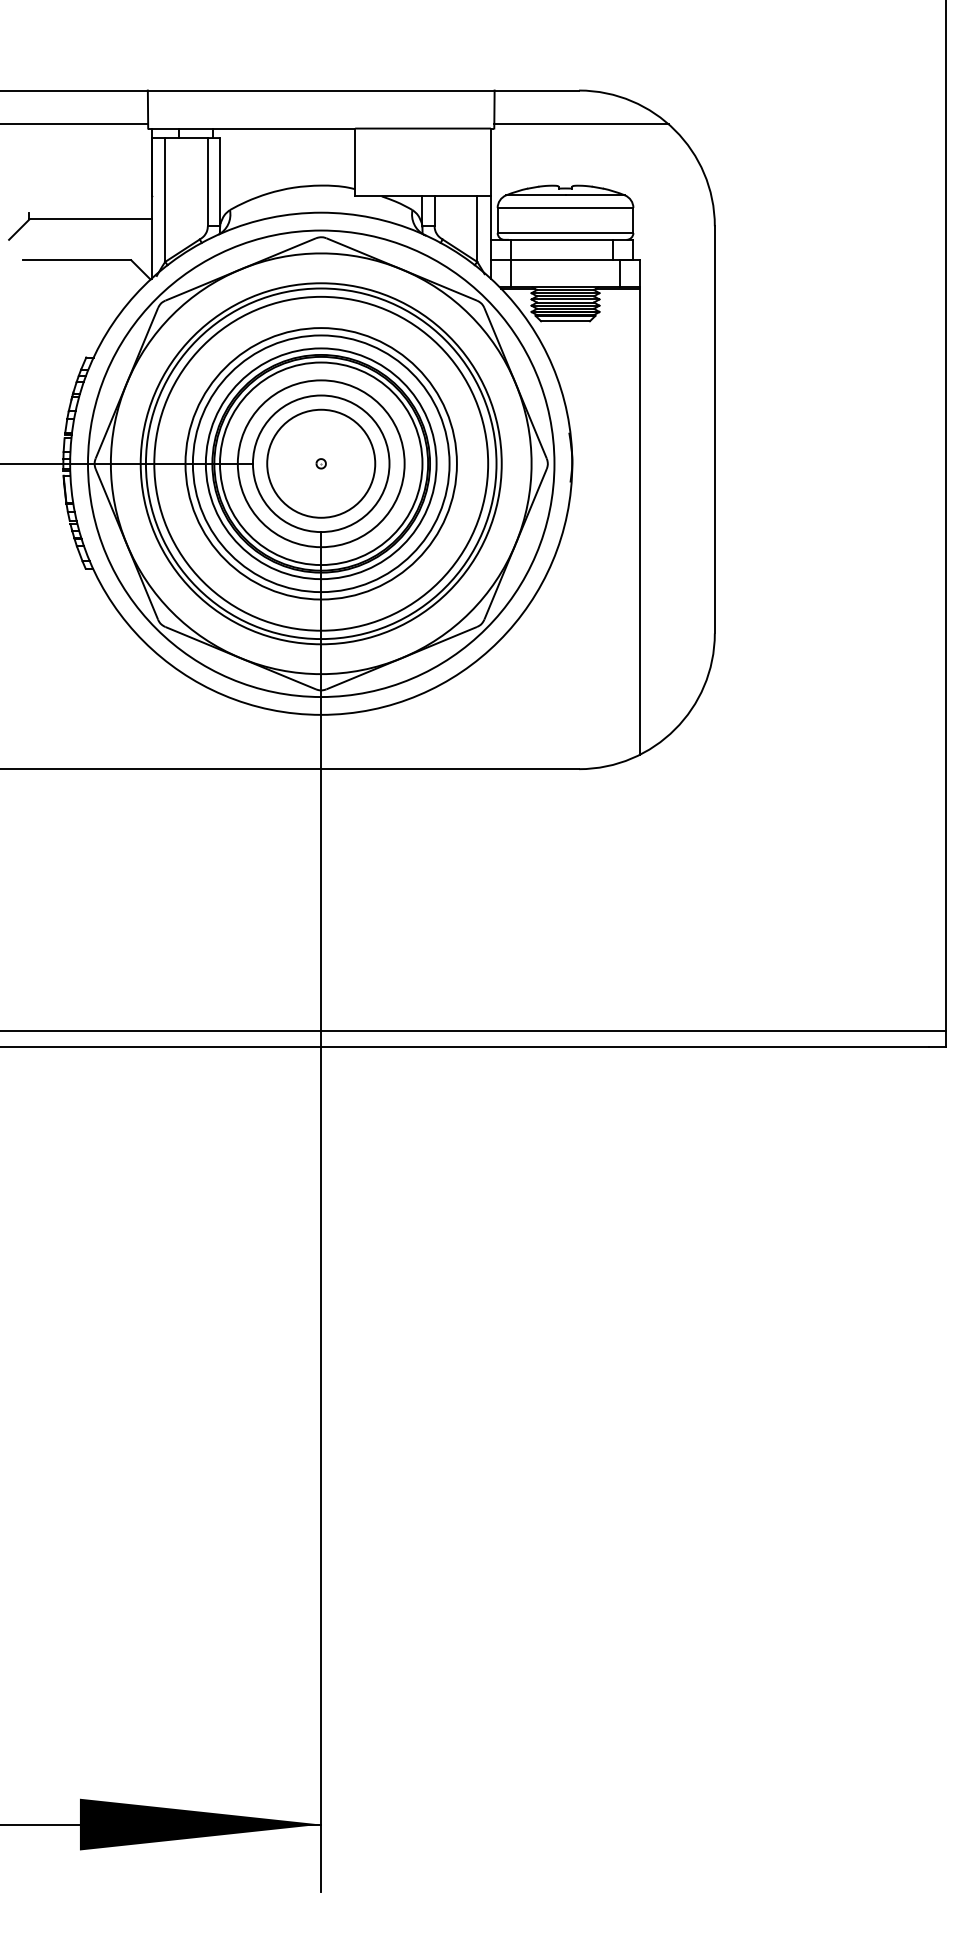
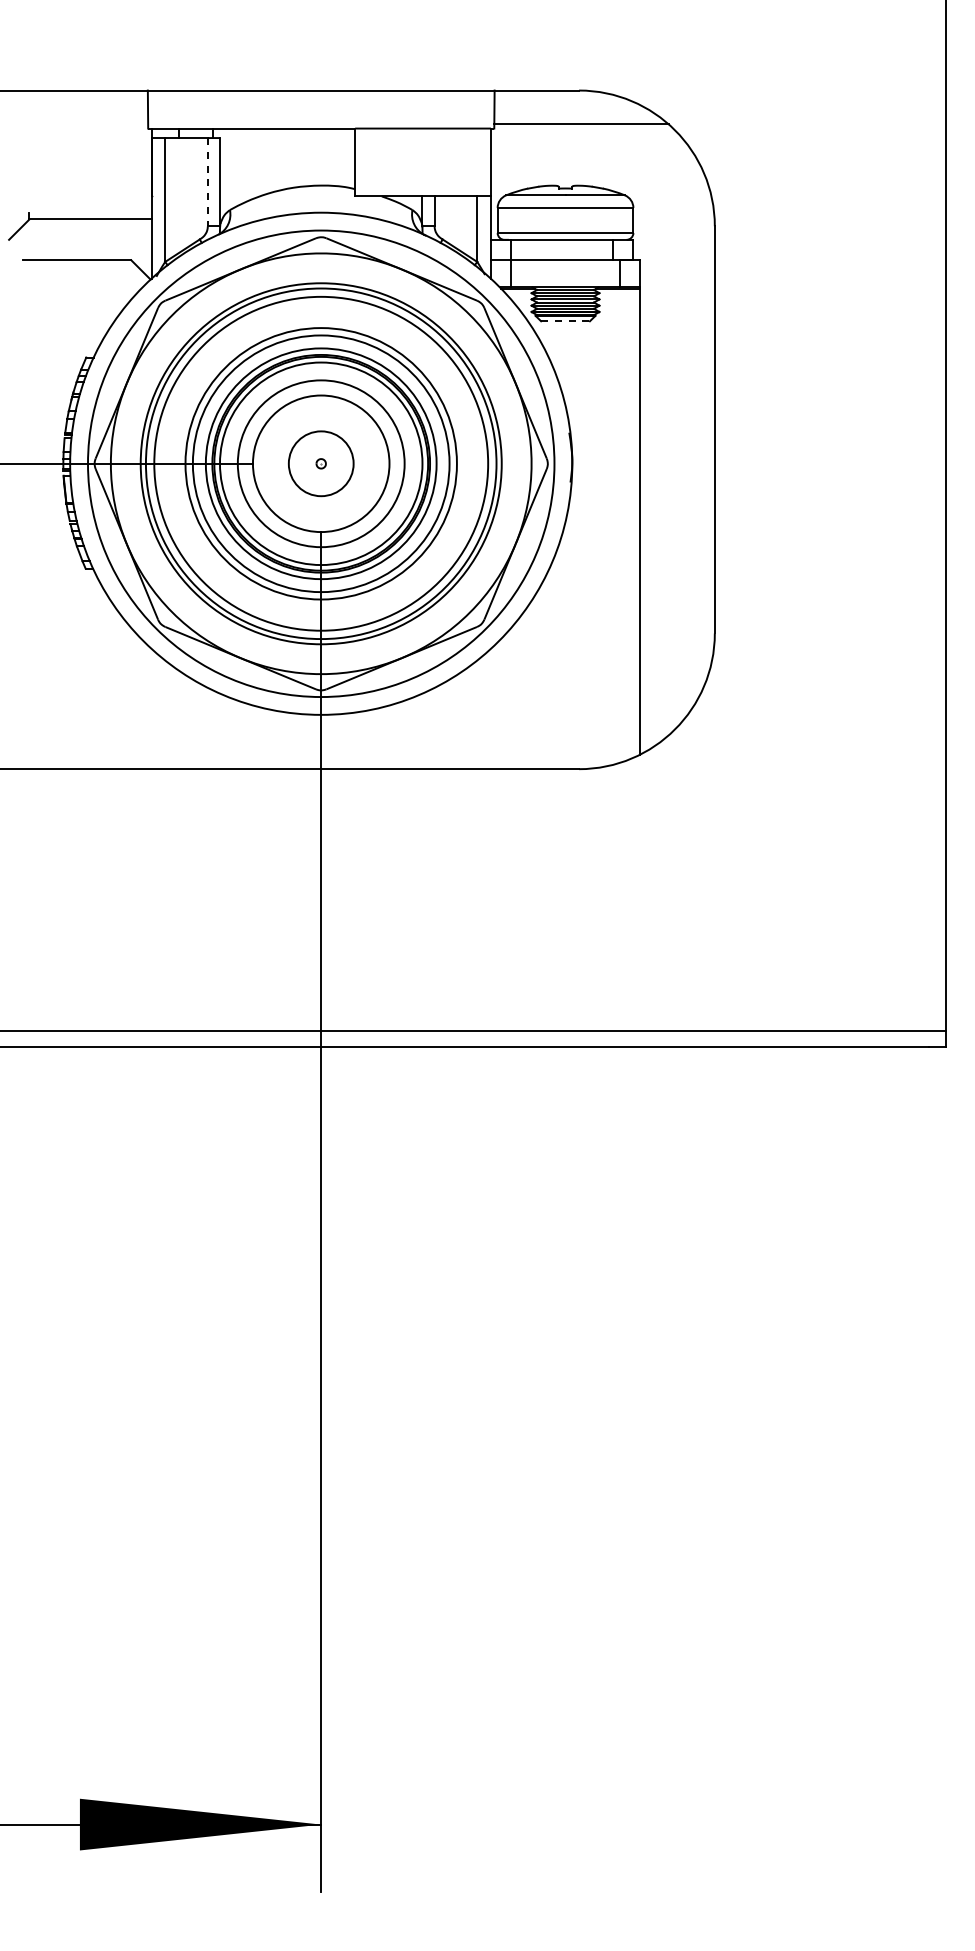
line at (75, 124): present -> none
line at (207, 182): solid -> dashed
line at (566, 321): solid -> dashed
circle at (321, 463) diameter: 108 px -> 65 px
